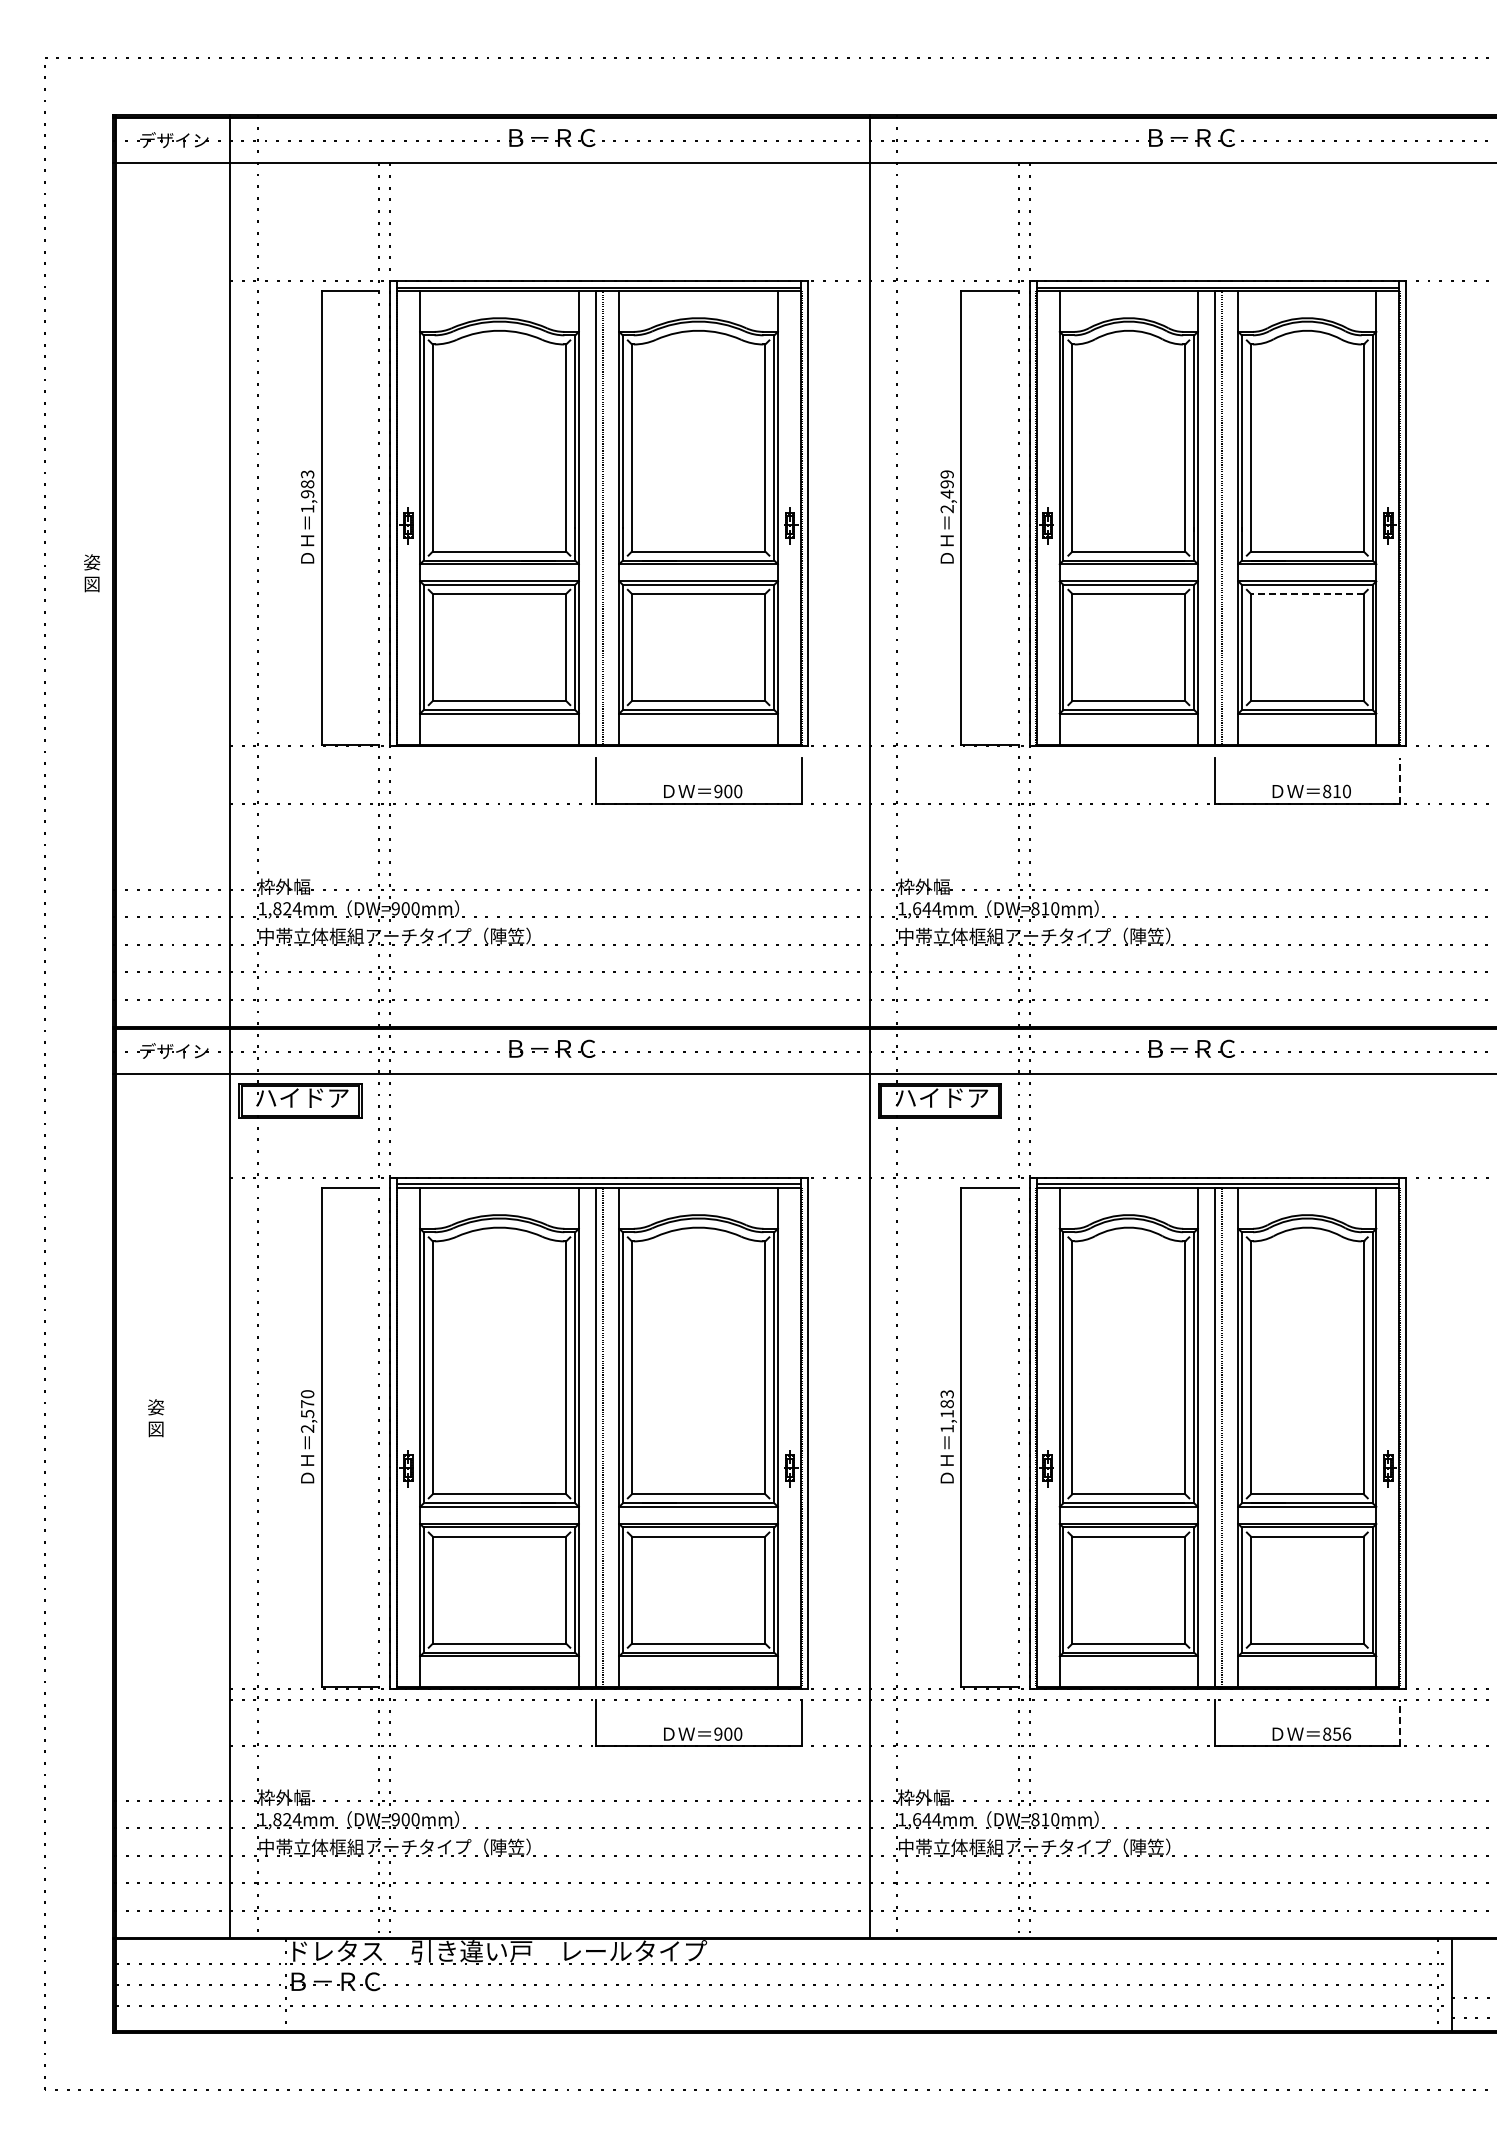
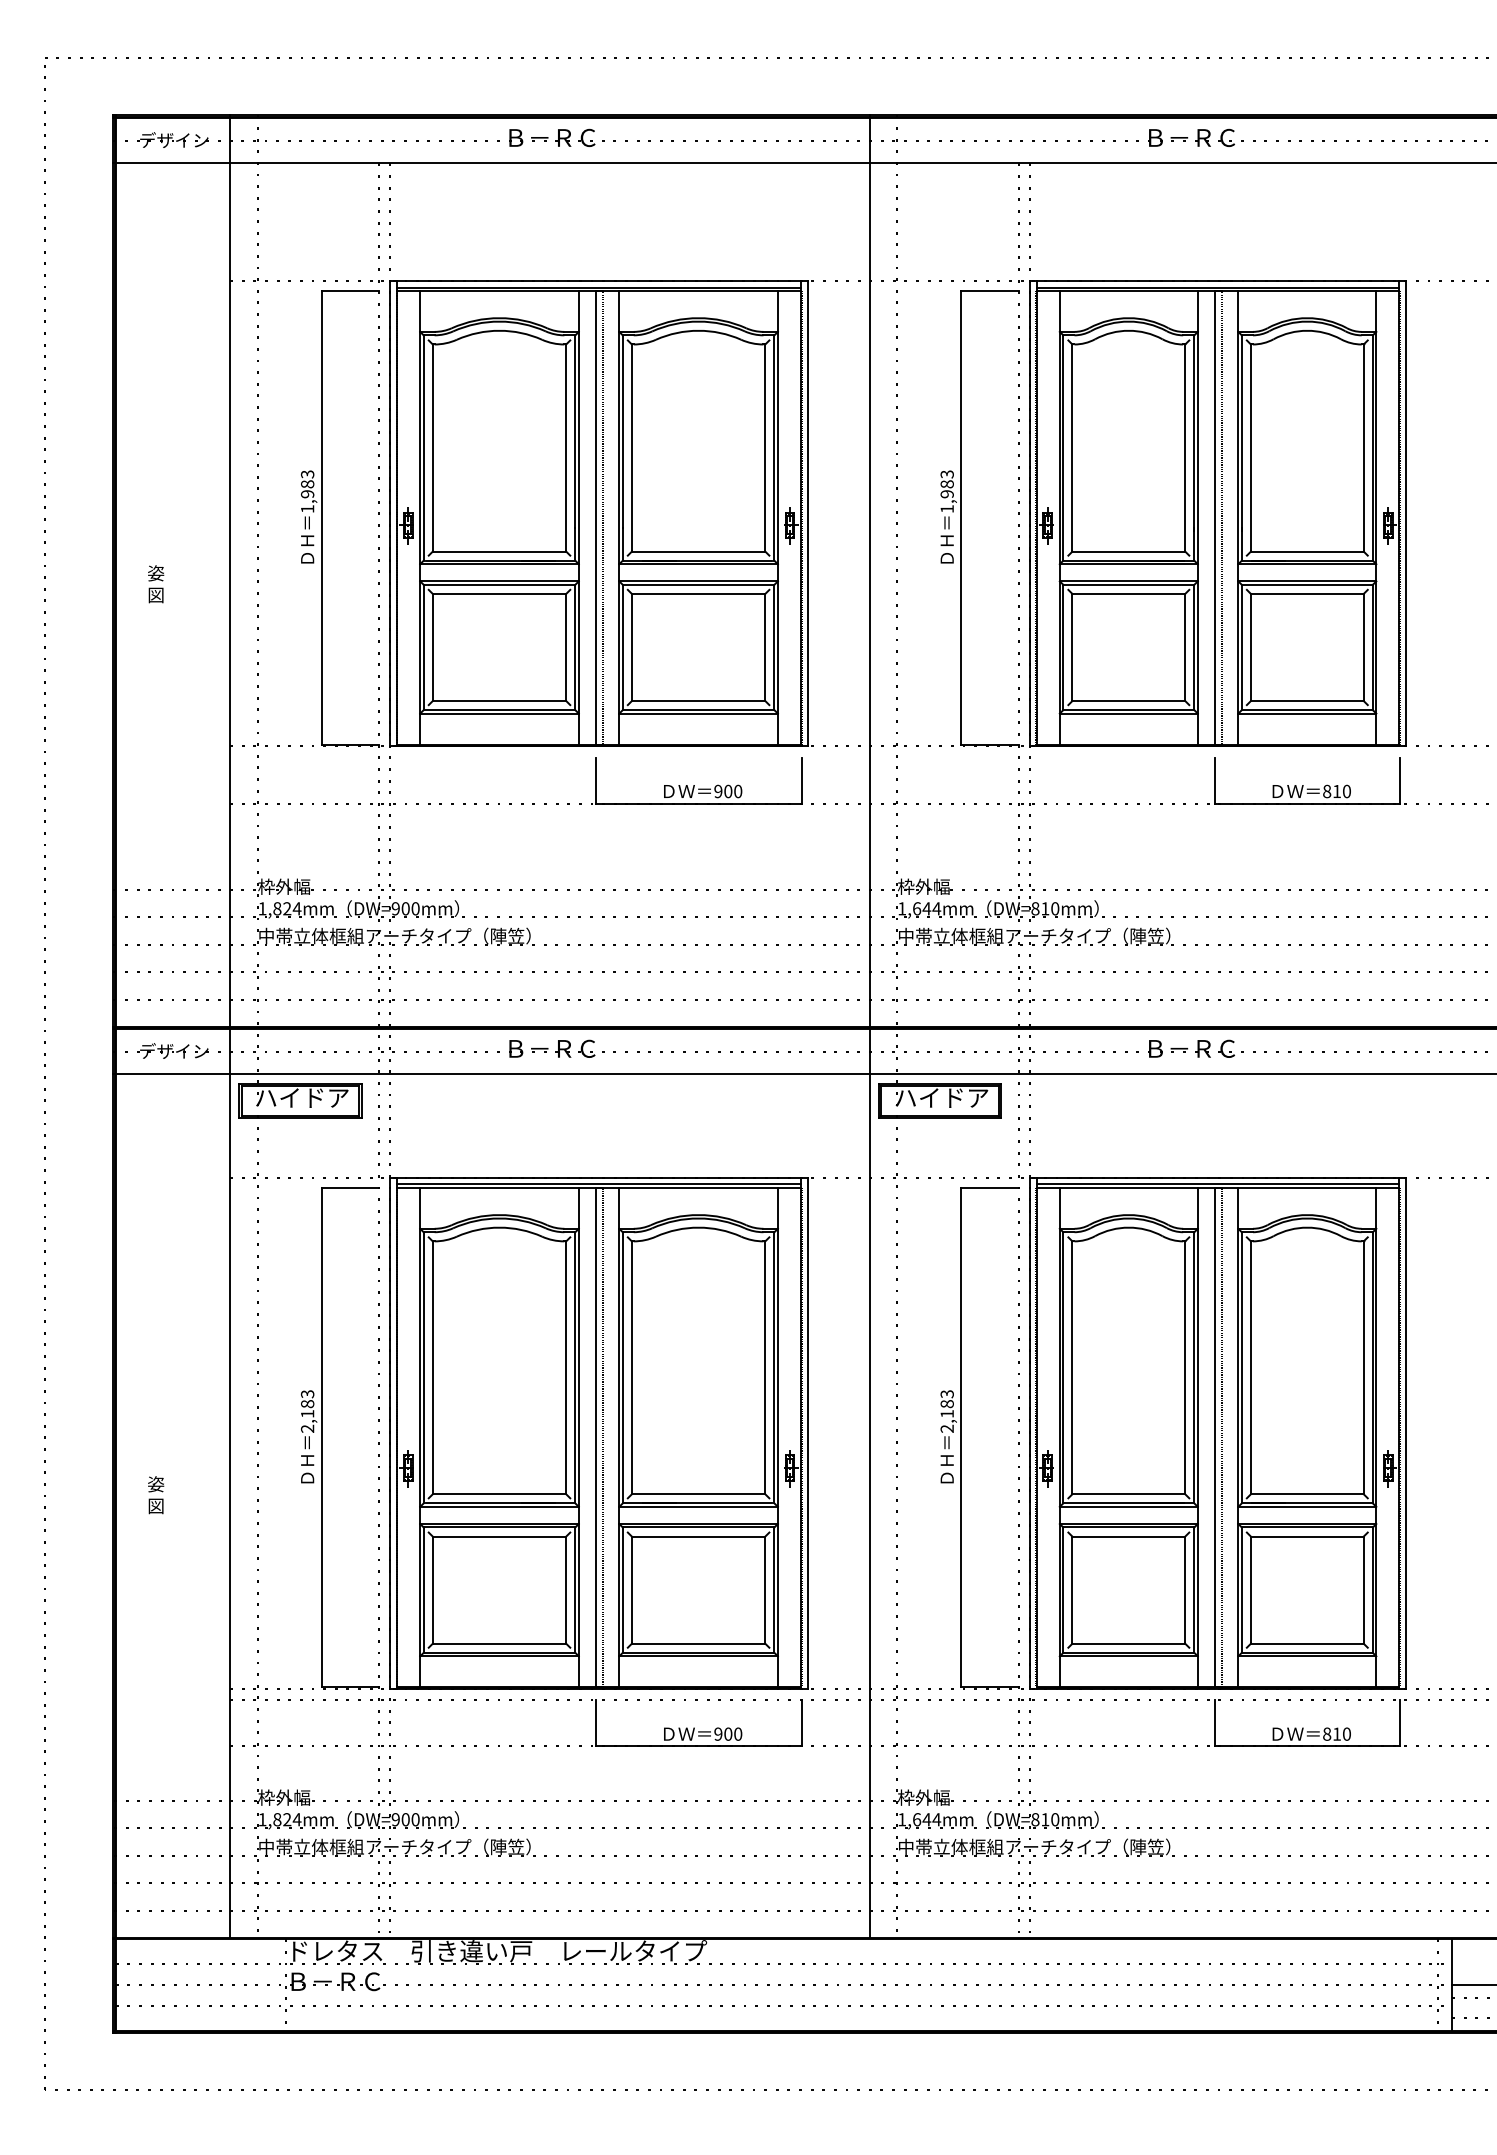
text at (946, 491): 2,499 -> 1,983
text at (92, 573) position: (92, 573) -> (156, 584)
line at (1306, 593): dashed -> solid
line at (1400, 780): dashed -> solid
text at (307, 1404): 2,570 -> 2,183
text at (156, 1418) position: (156, 1418) -> (156, 1495)
text at (946, 1428): 1,183 -> 2,183
line at (1400, 1723): dashed -> solid
text at (1341, 1733): 856 -> 810
line at (1472, 1985): none -> present
